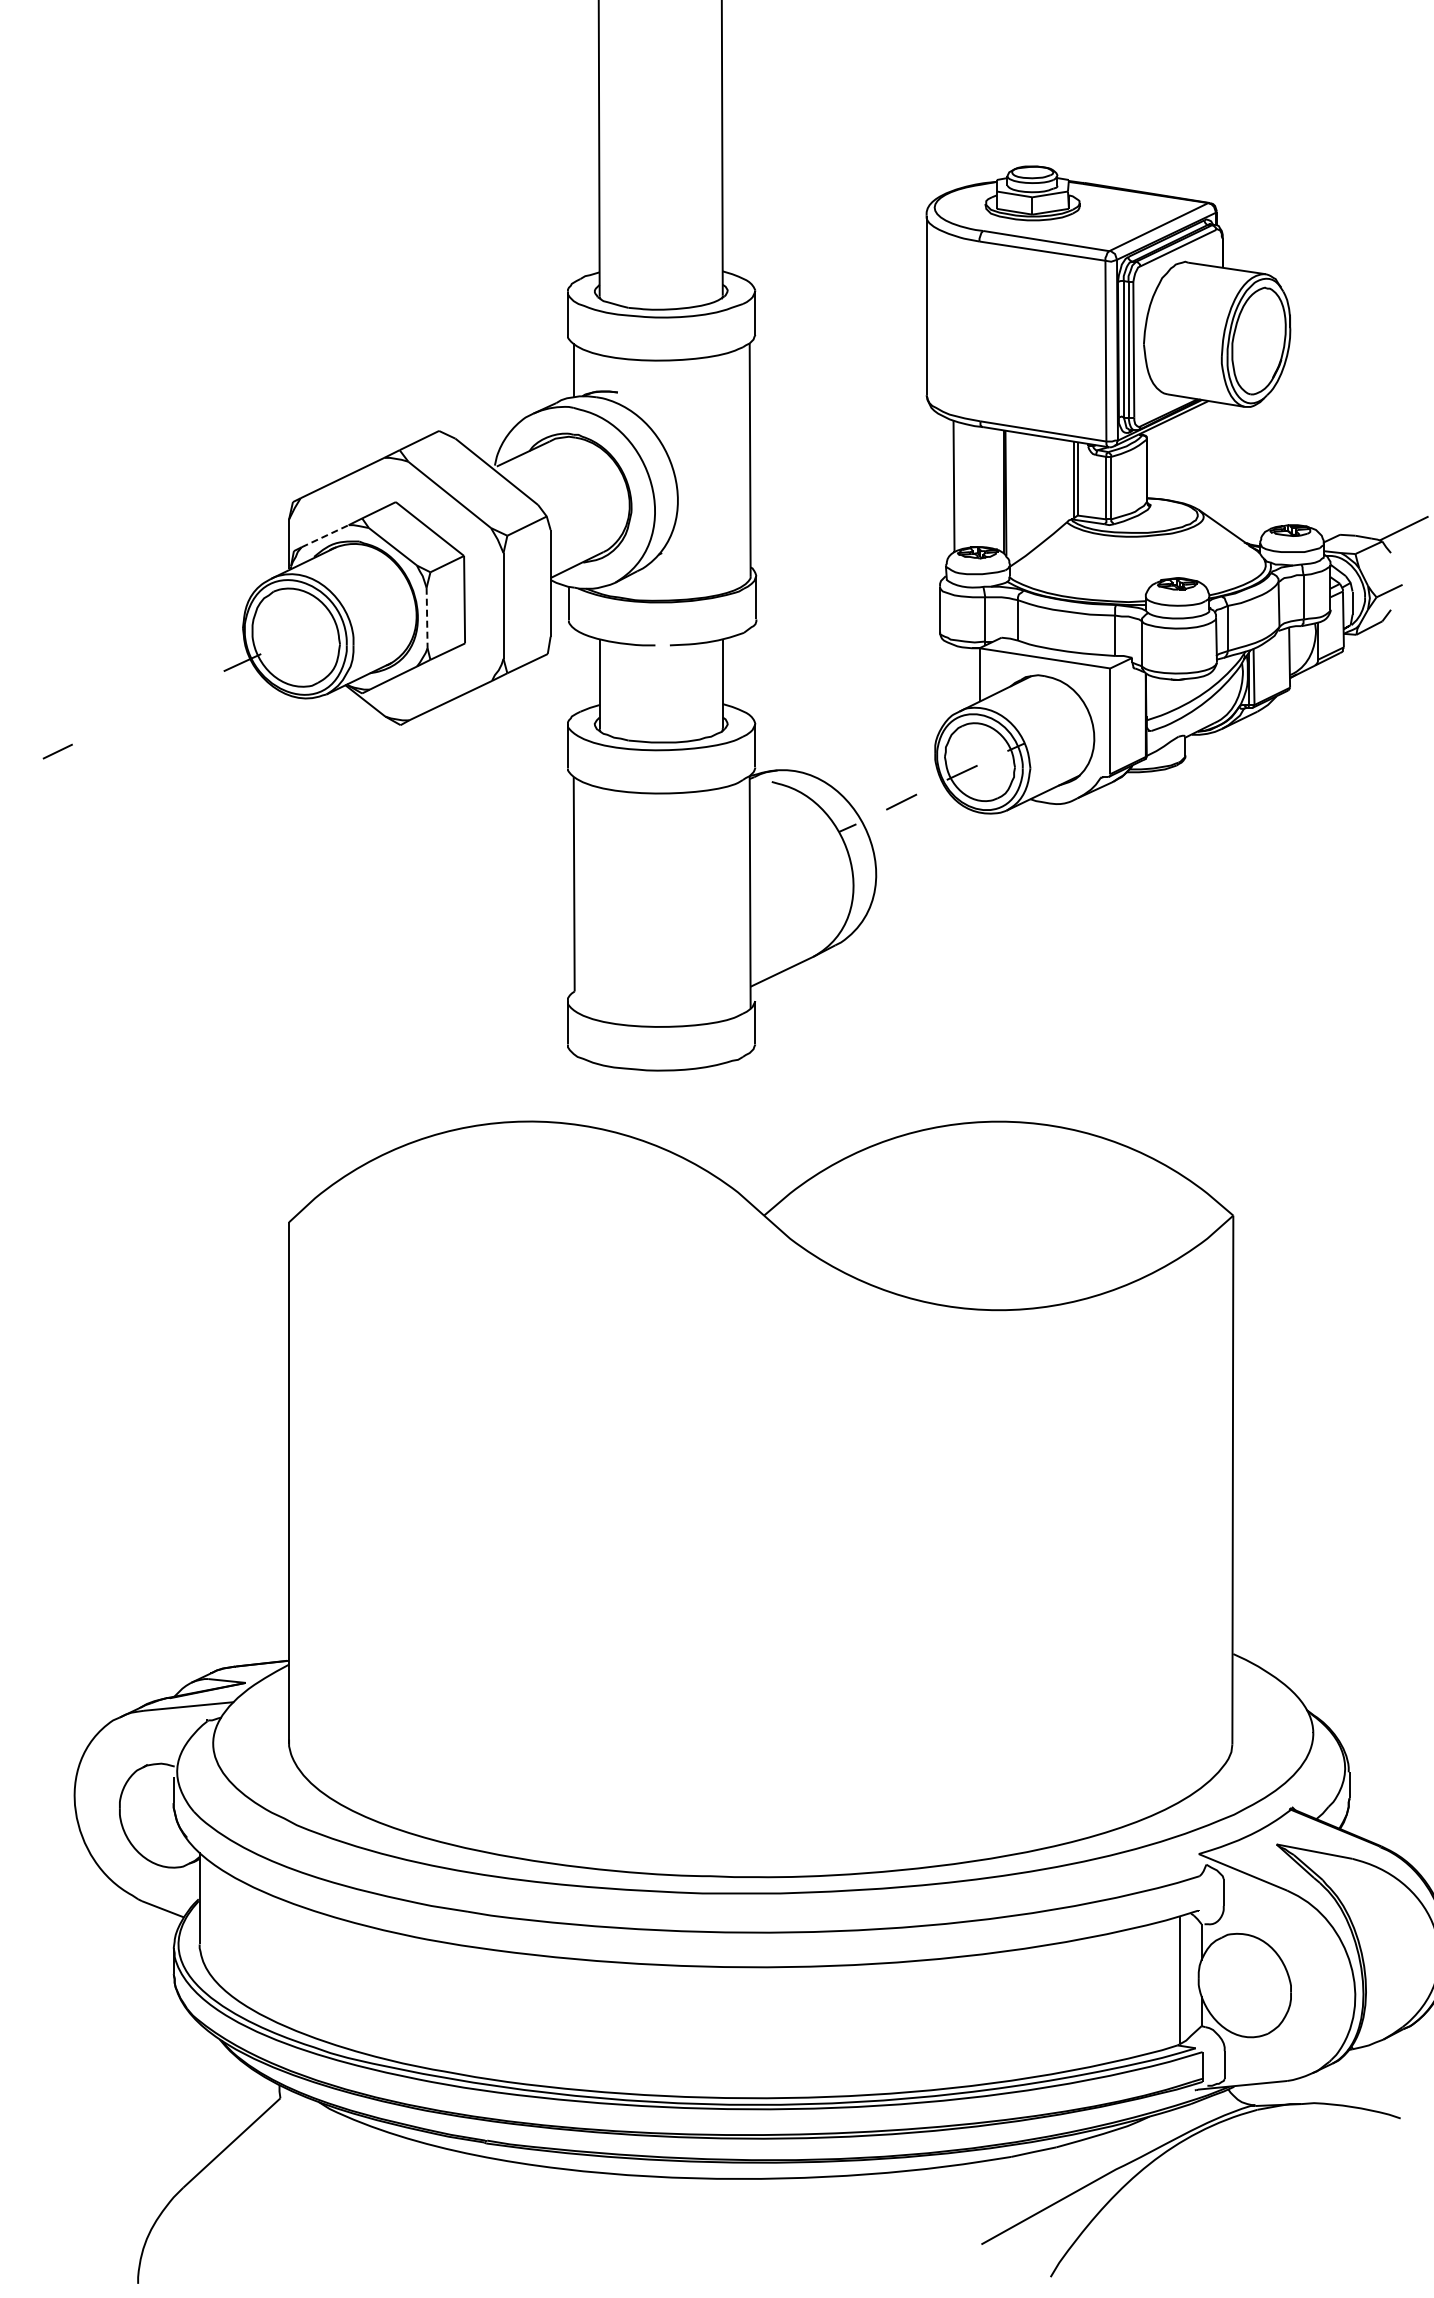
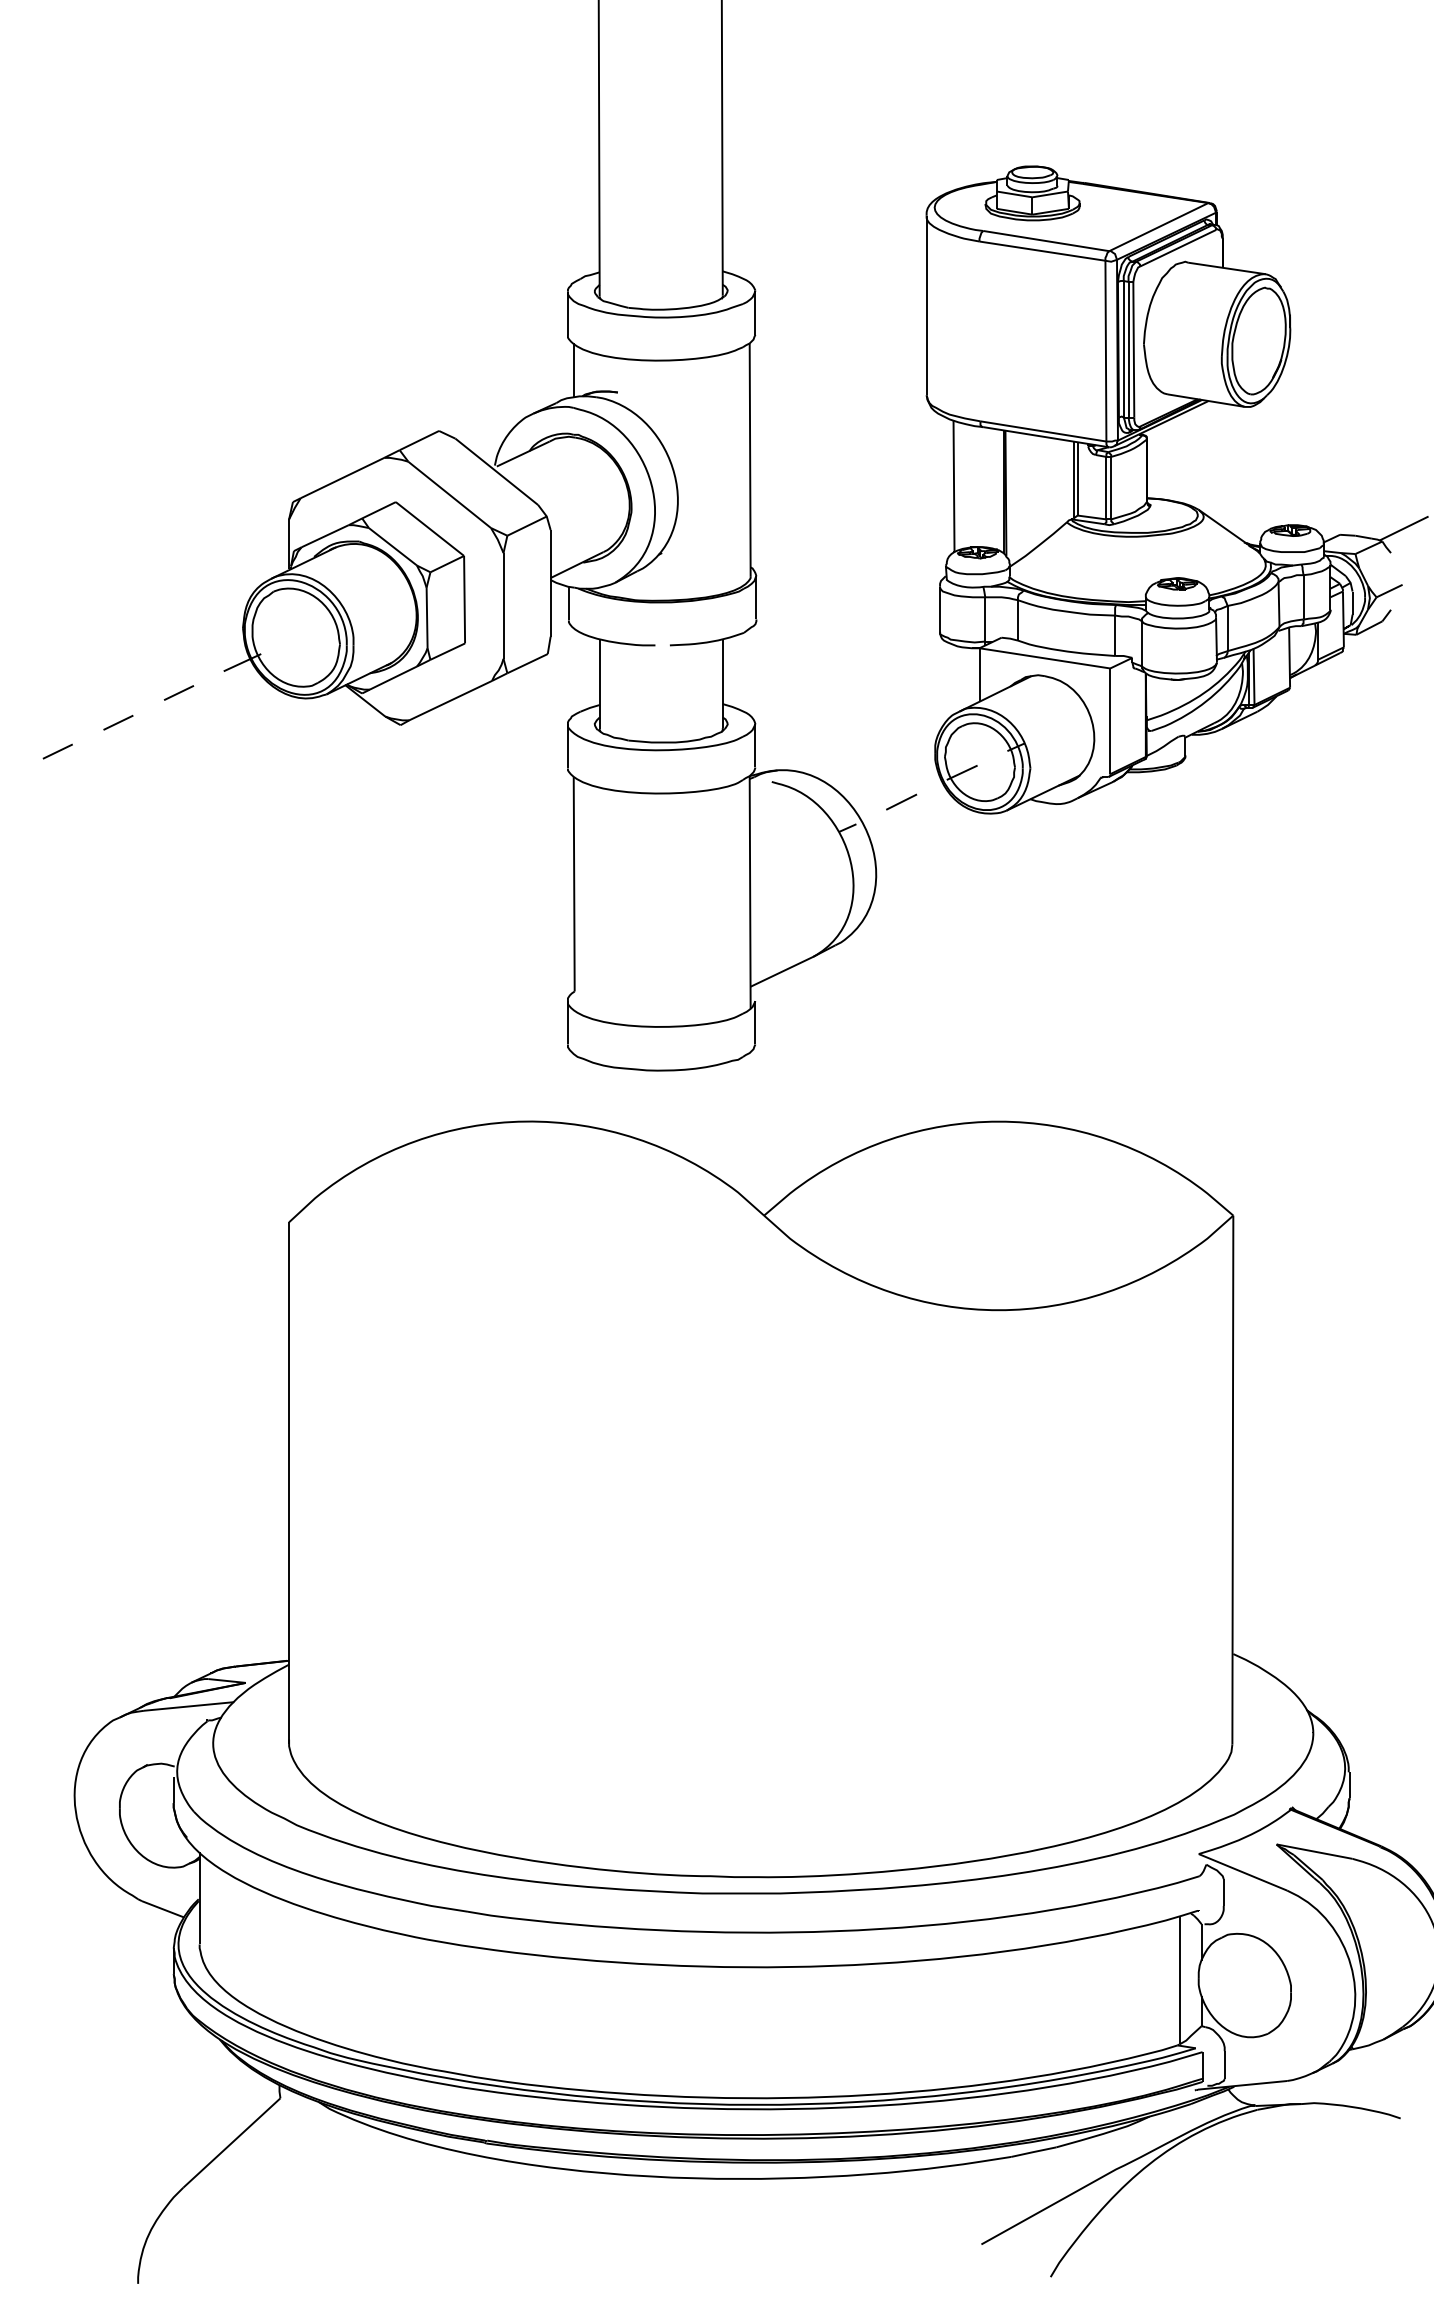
line at (325, 536): dashed -> solid
line at (427, 618): dashed -> solid
line at (179, 692): none -> present
line at (118, 722): none -> present
